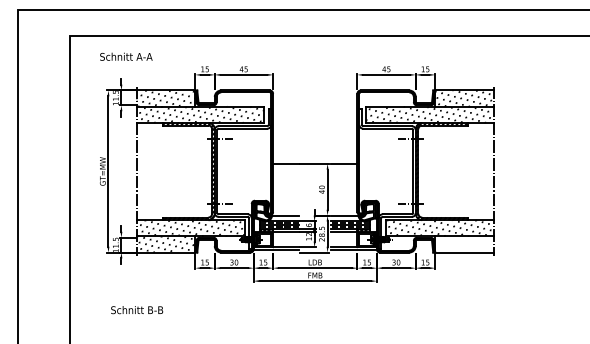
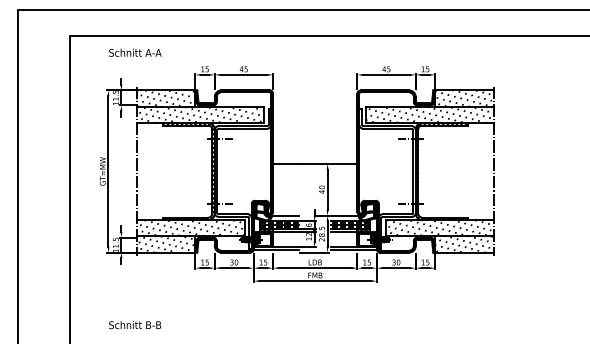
text at (126, 56) position: (126, 56) -> (135, 52)
hatch at (463, 244): none -> present
text at (137, 310) position: (137, 310) -> (135, 325)
